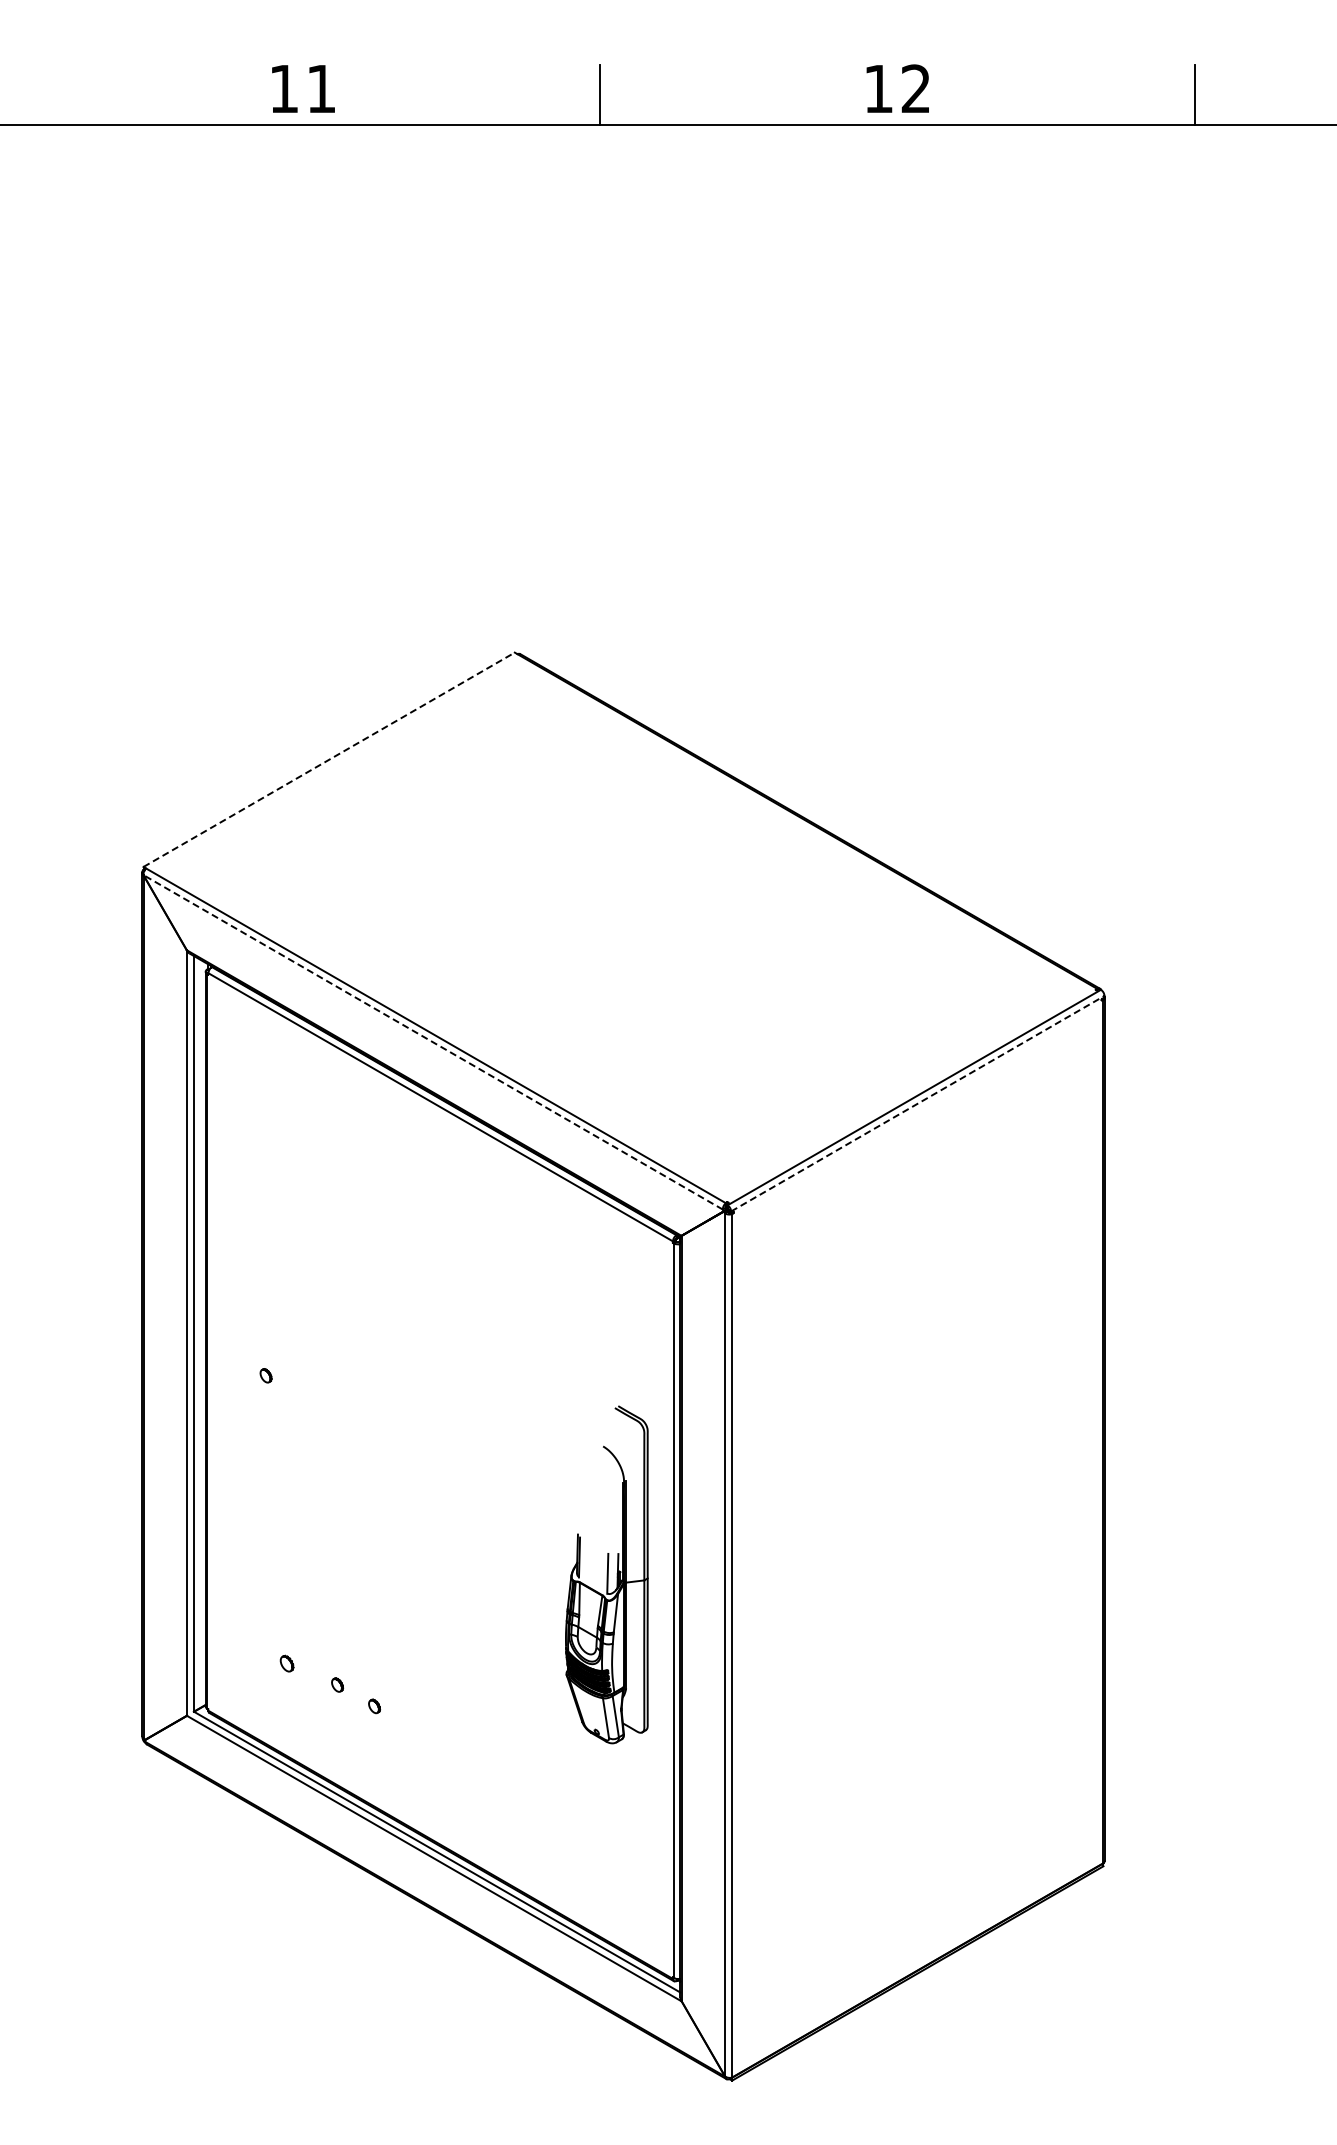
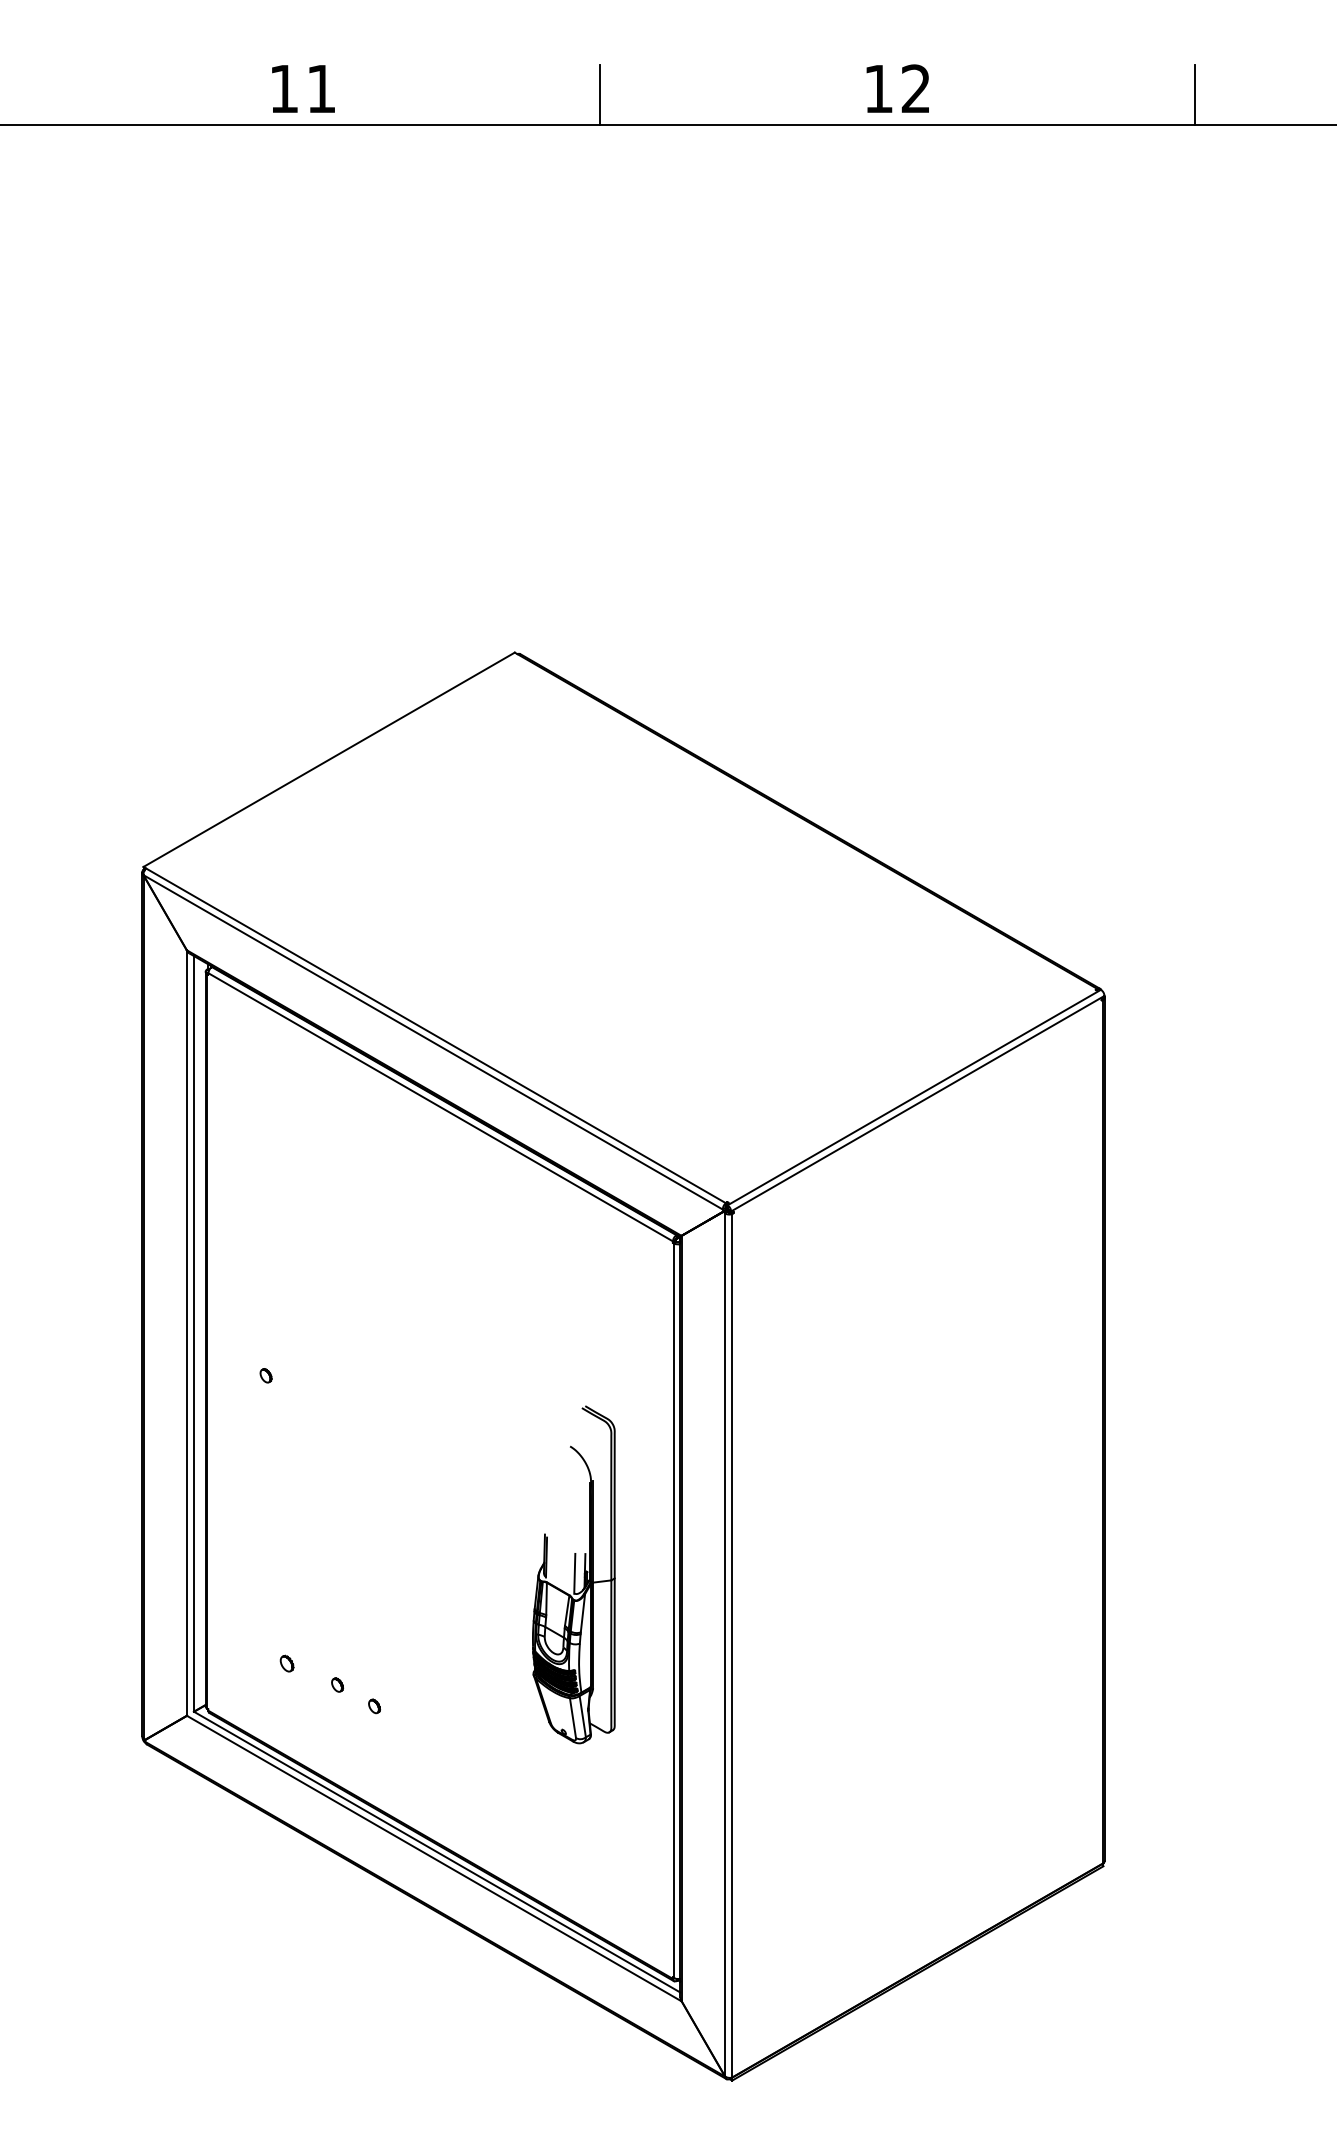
line at (329, 759): dashed -> solid
line at (432, 1042): dashed -> solid
line at (917, 1103): dashed -> solid
part at (606, 1574) position: (606, 1574) -> (573, 1574)
